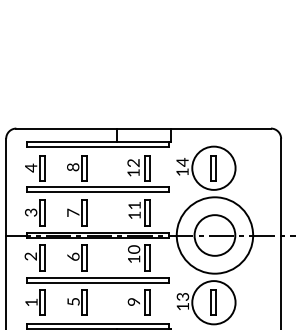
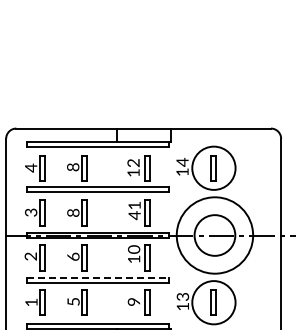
text at (73, 212): 7 -> 8
text at (134, 215): 11 -> 41
line at (98, 277): solid -> dashed
